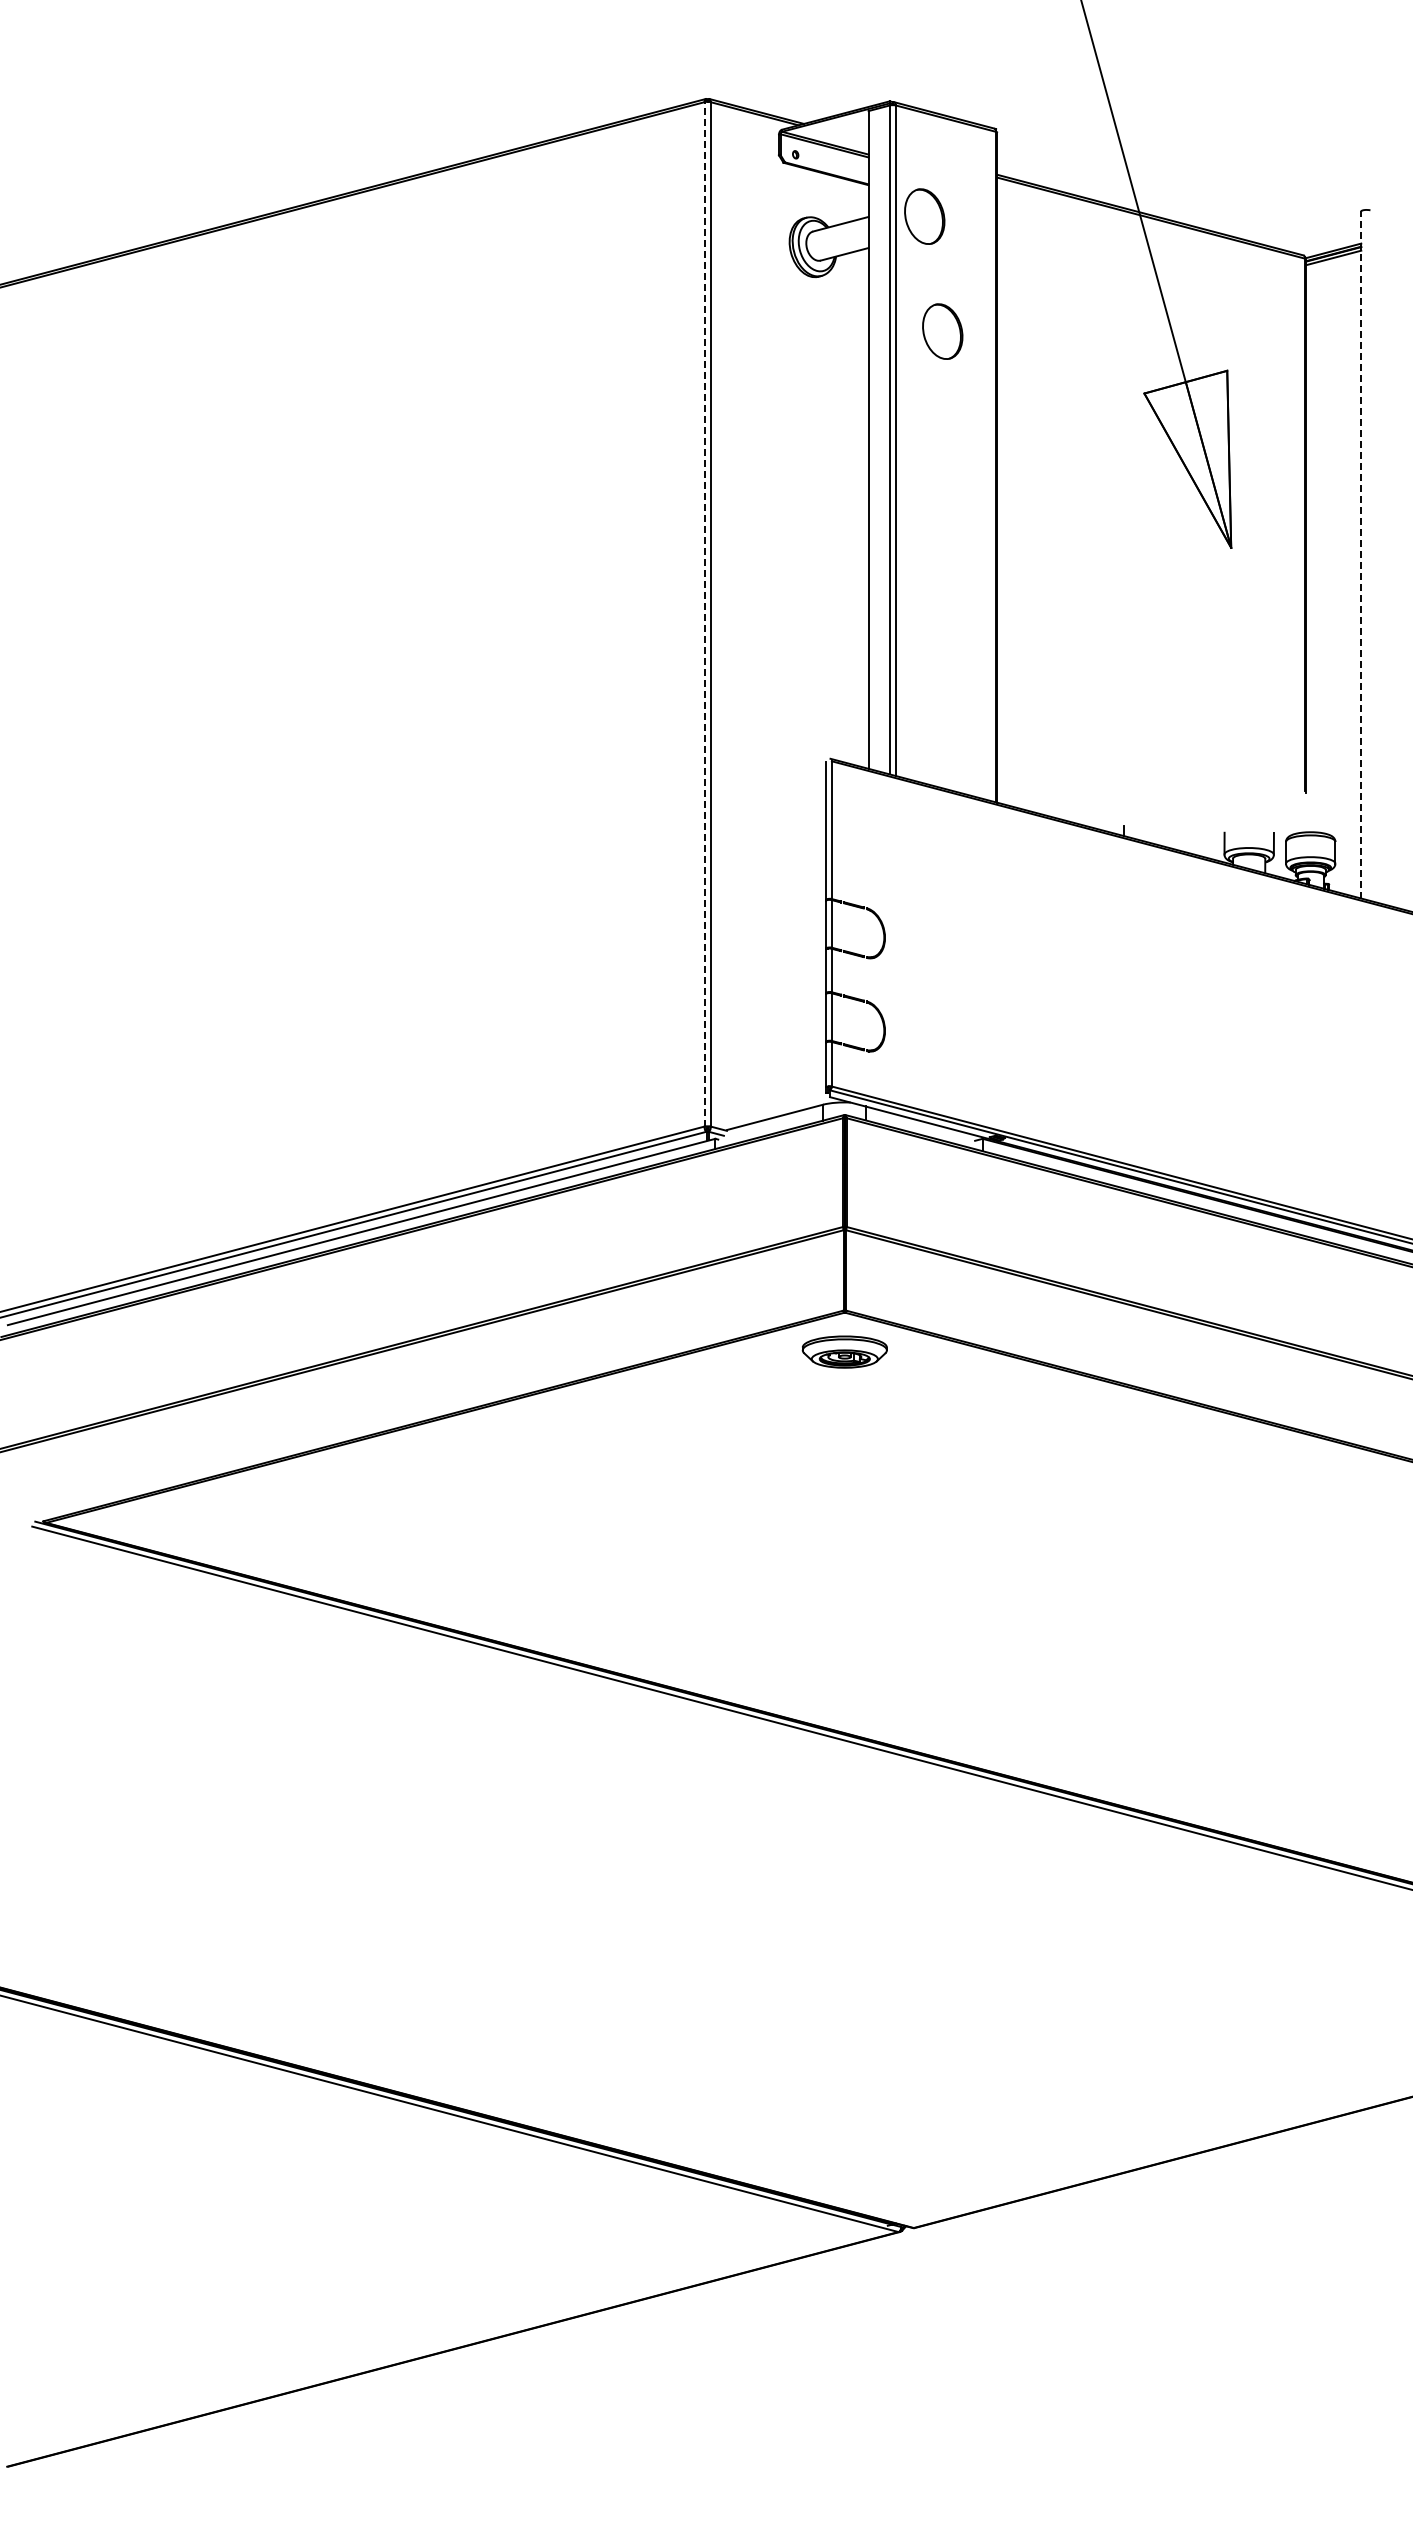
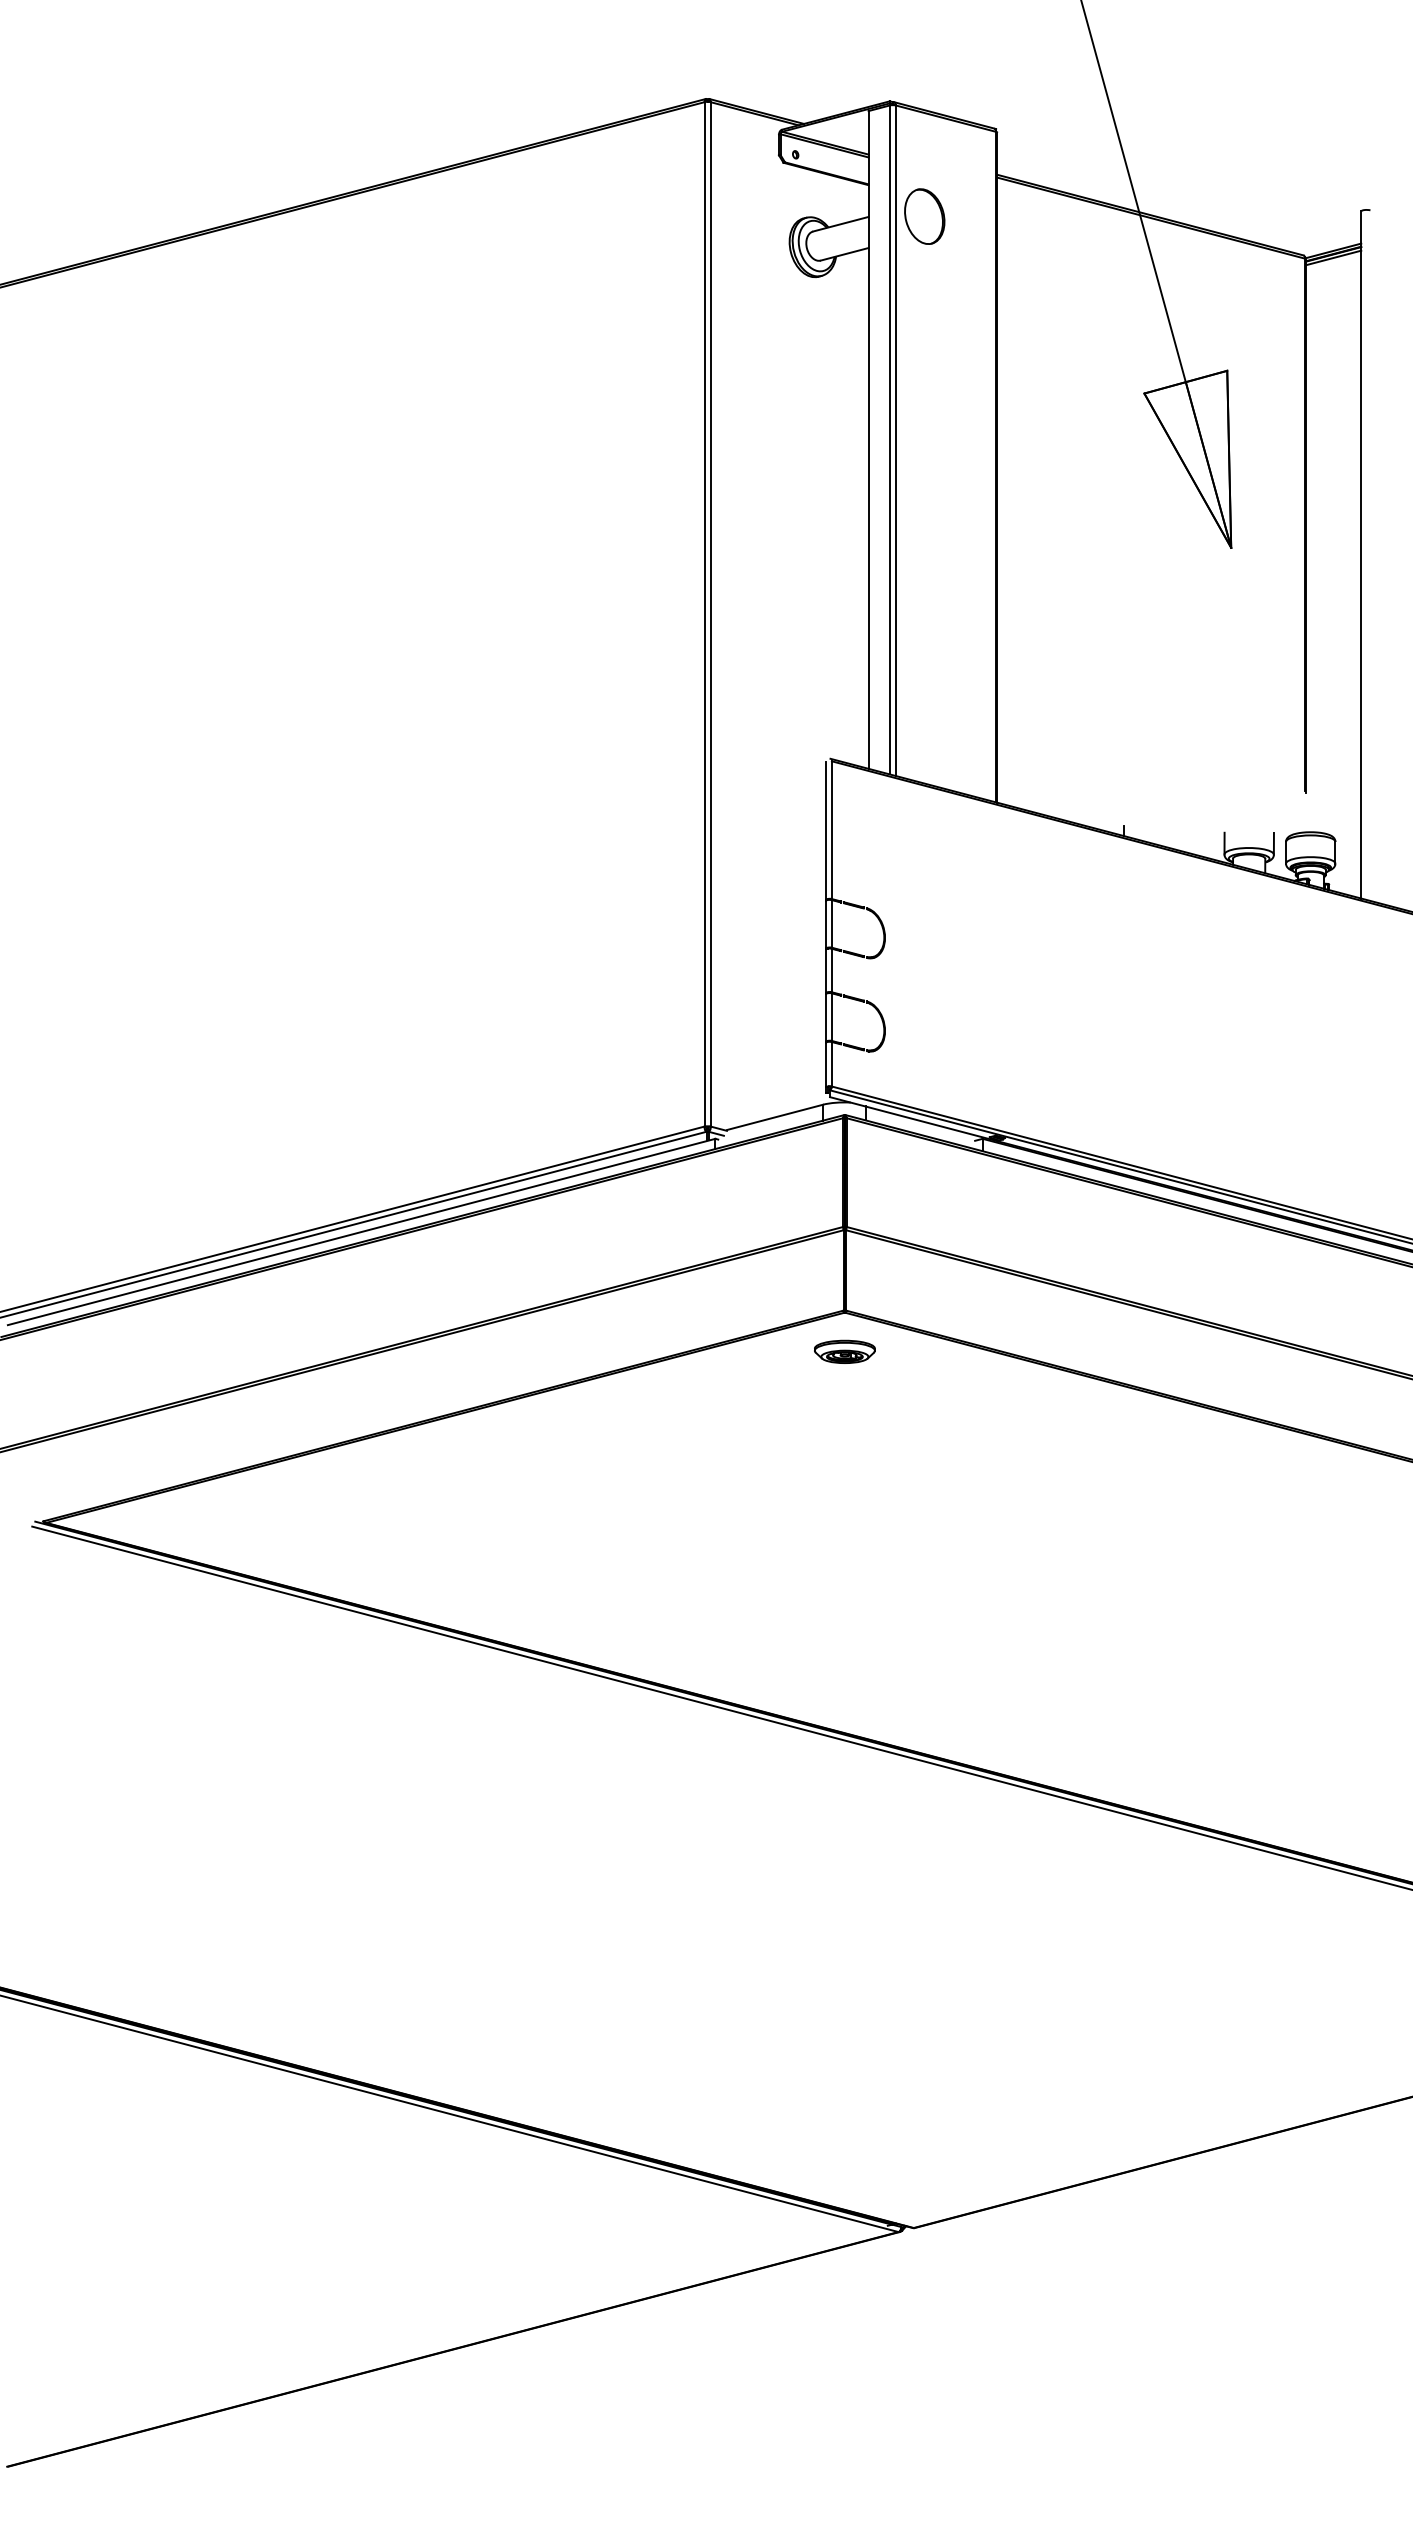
part at (942, 331): present -> none
line at (1361, 554): dashed -> solid
line at (704, 613): dashed -> solid
part at (844, 1351) size: 87x34 px -> 62x25 px
